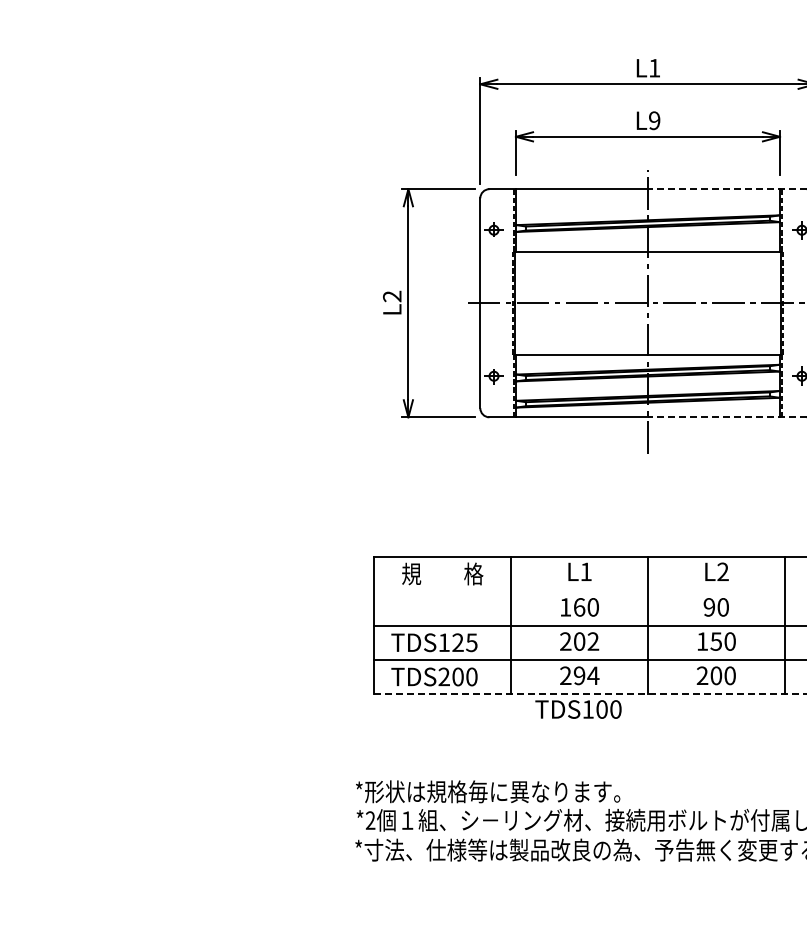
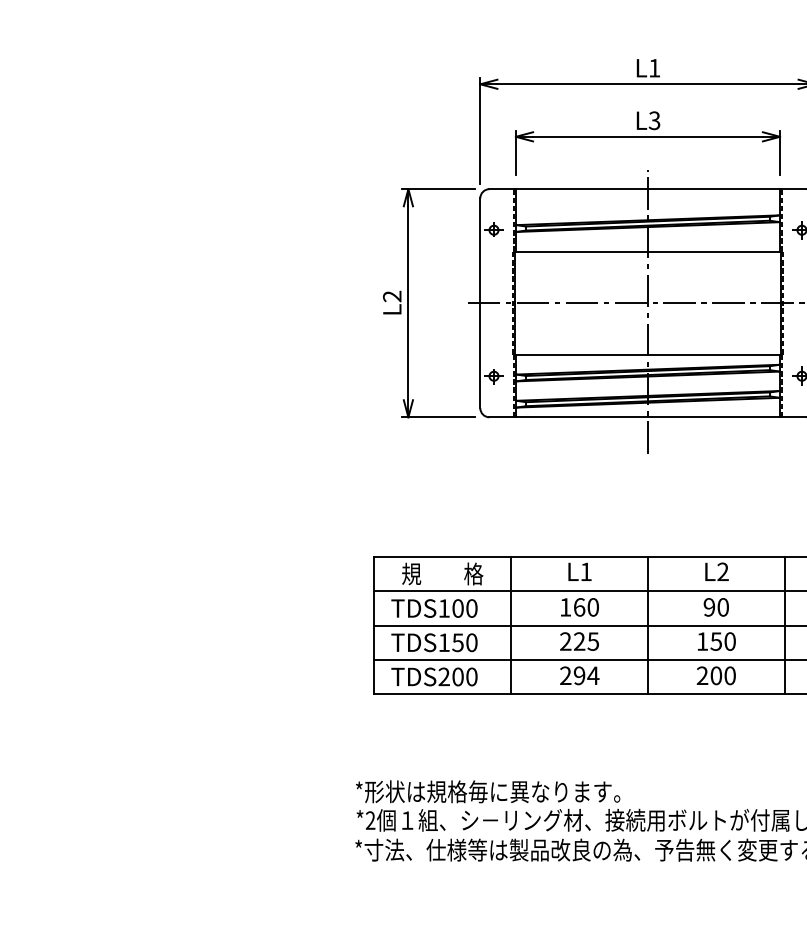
text at (654, 120): L9 -> L3
line at (726, 189): dashed -> solid
line at (726, 417): dashed -> solid
line at (588, 591): none -> present
text at (586, 641): 202 -> 225
text at (464, 642): TDS125 -> TDS150
line at (591, 694): dashed -> solid
text at (578, 709) position: (578, 709) -> (434, 608)
